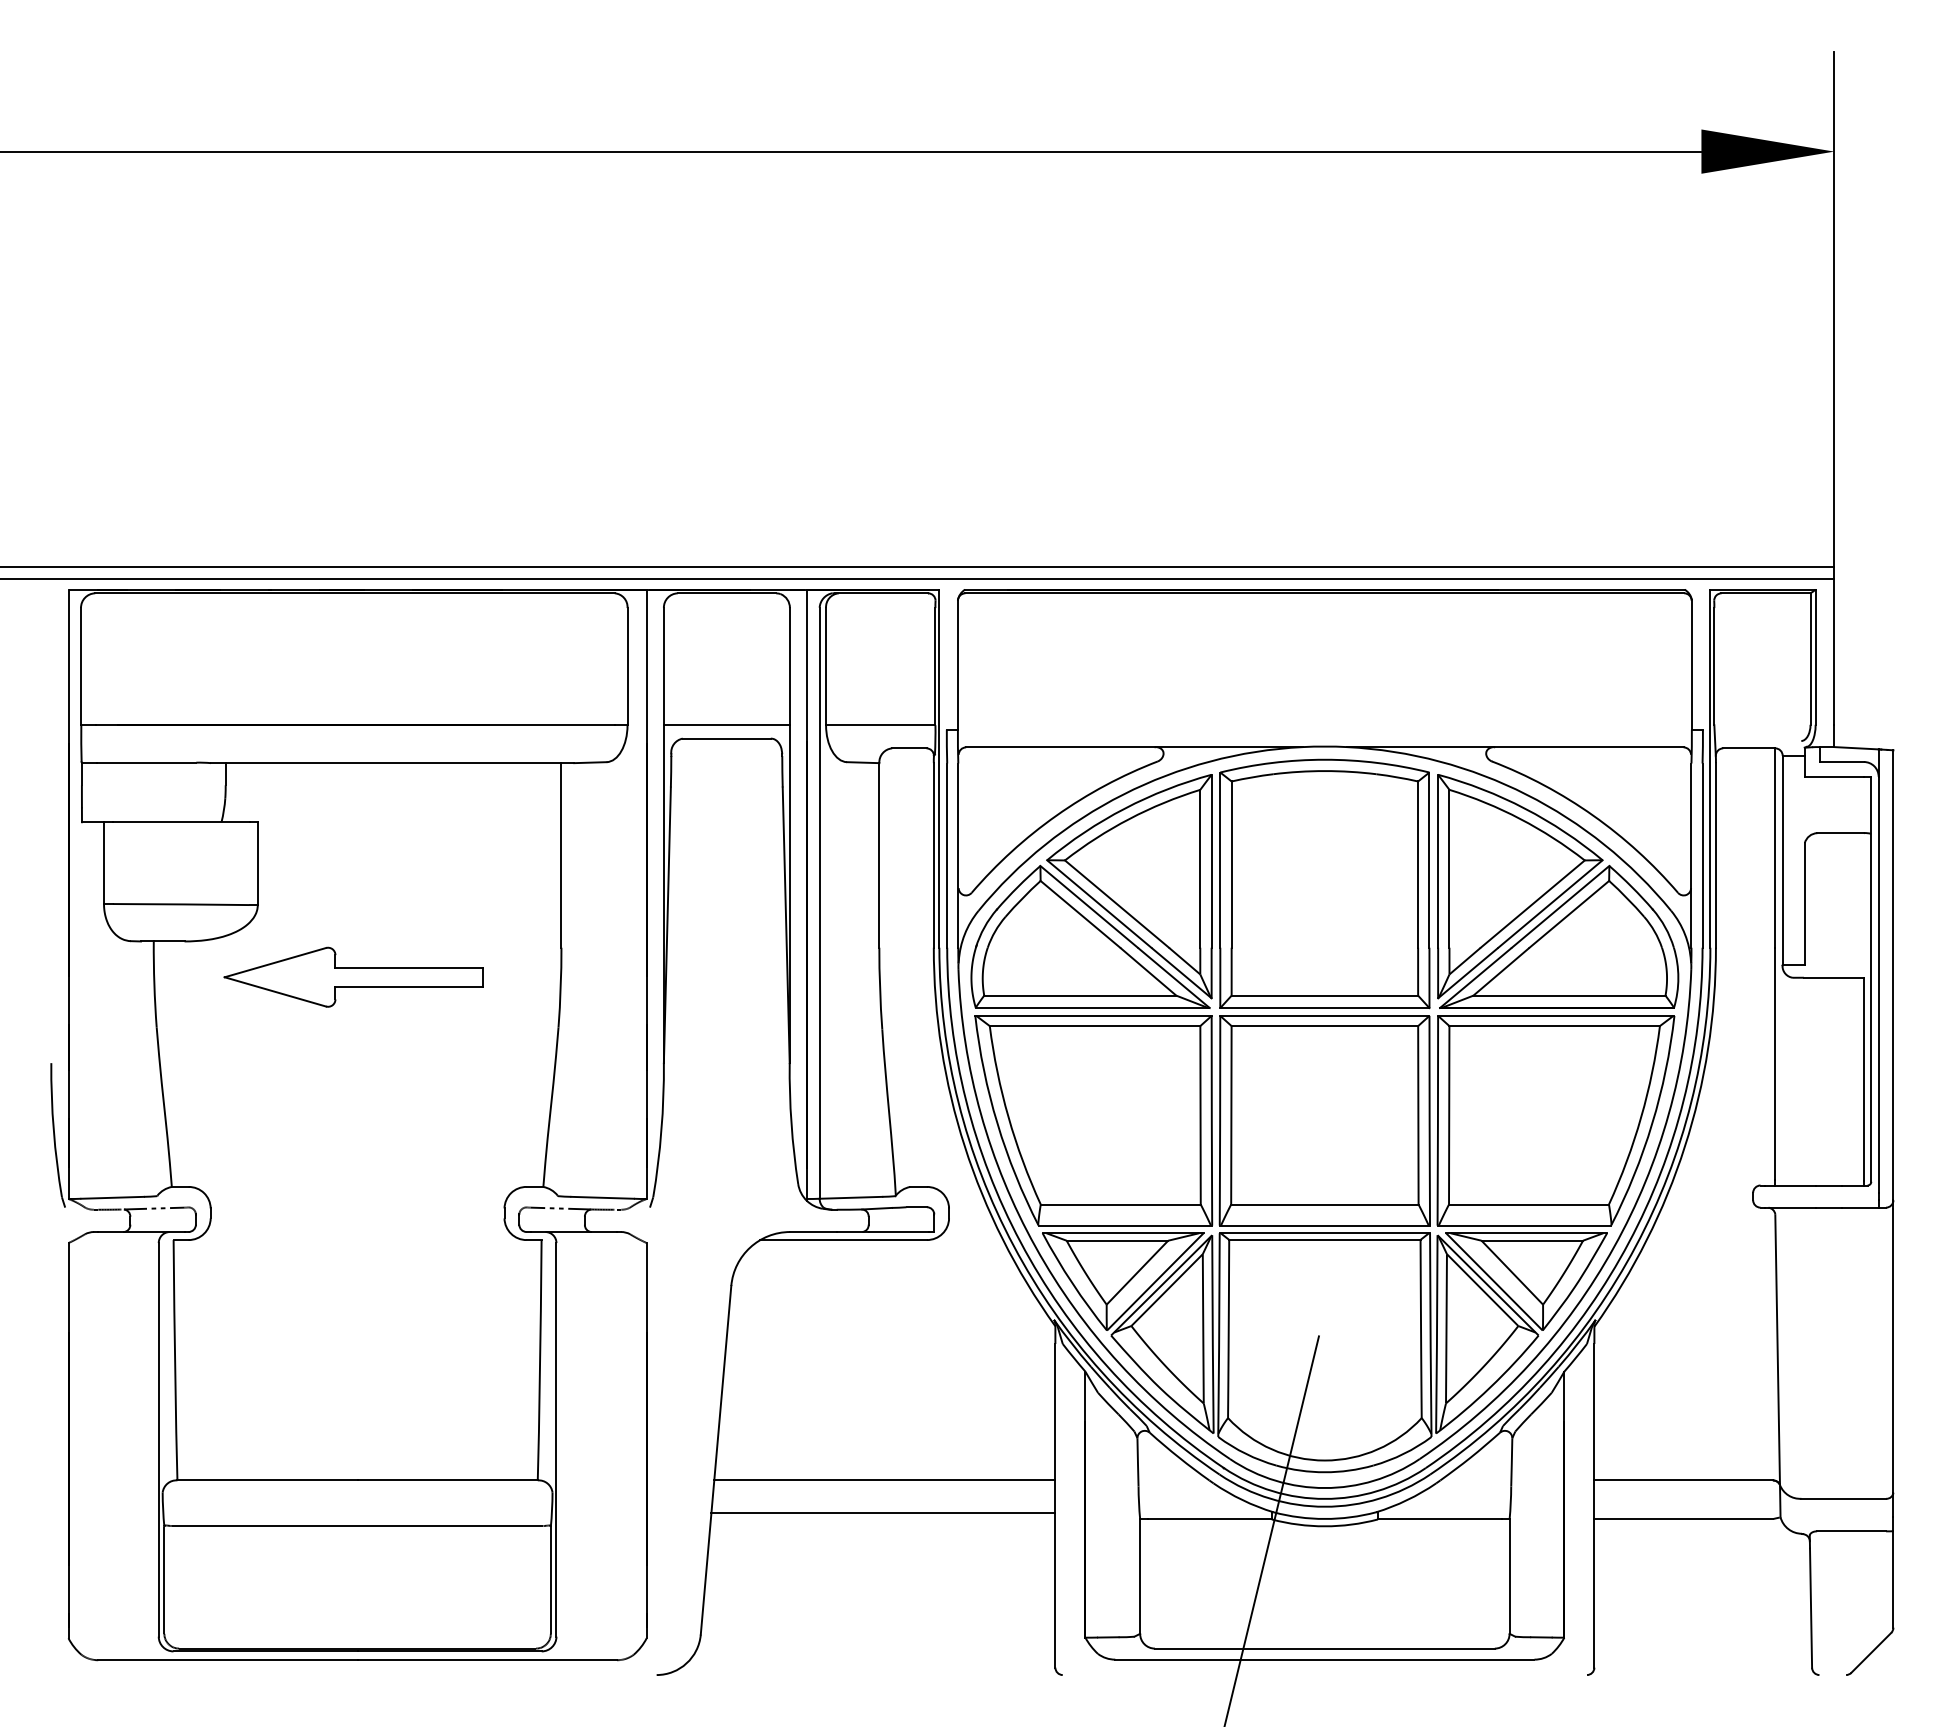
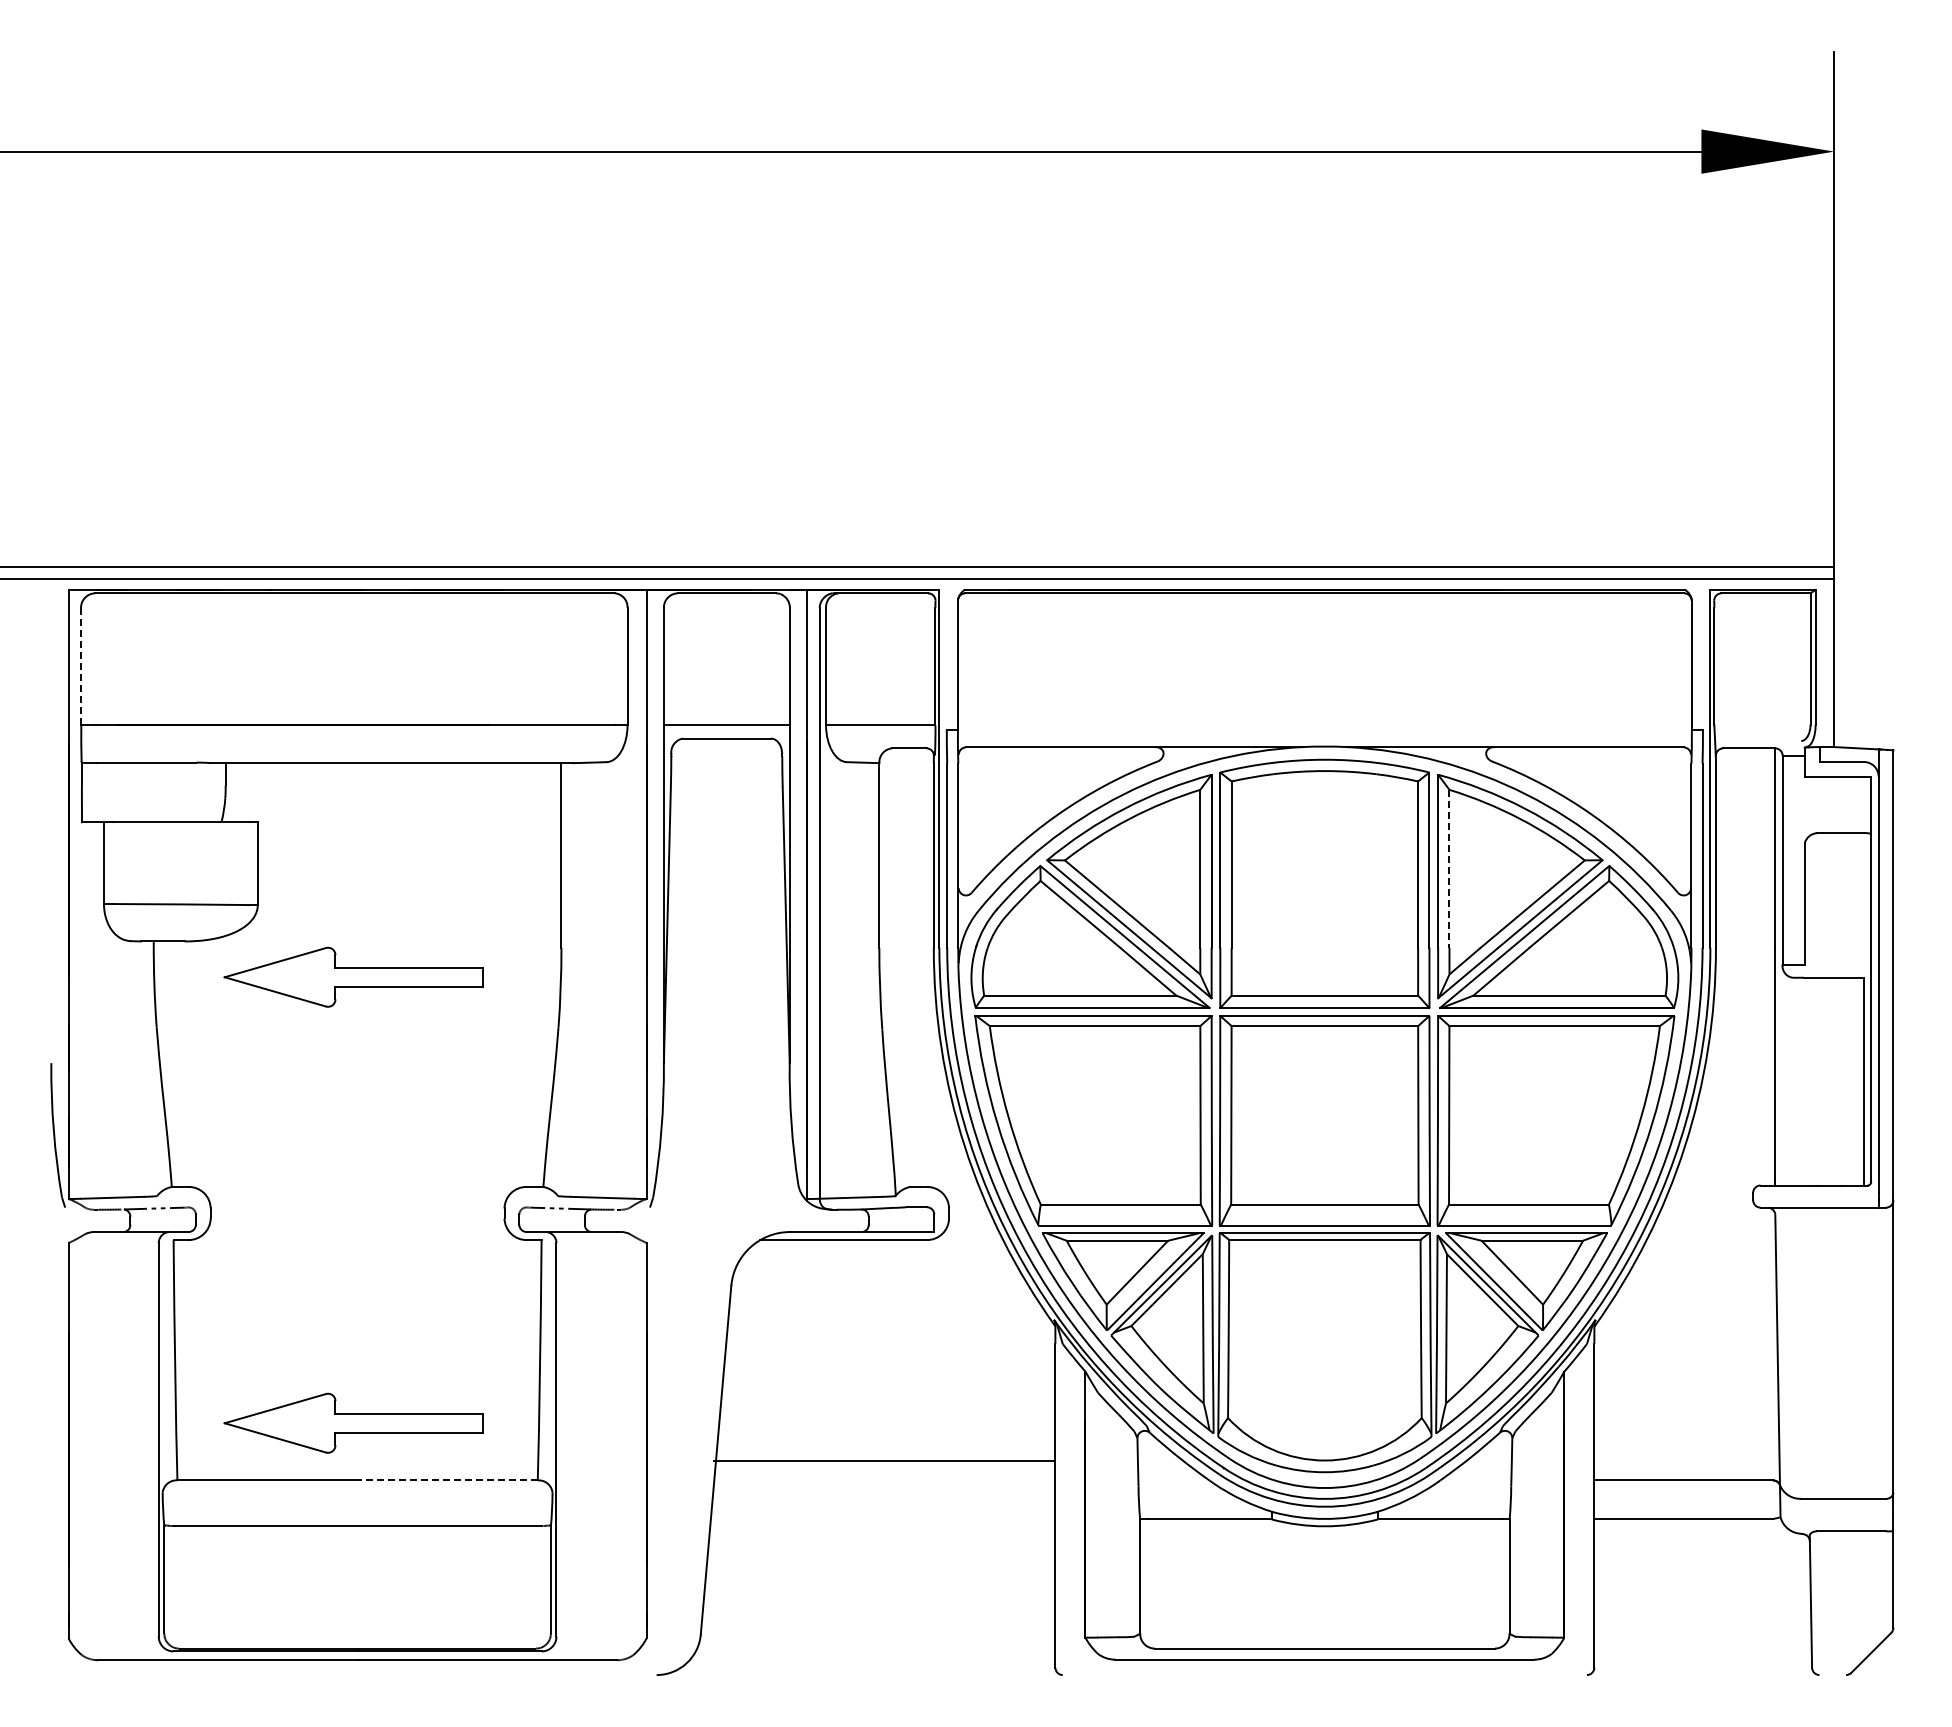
line at (81, 666): solid -> dashed
line at (1449, 868): solid -> dashed
part at (353, 1422): none -> present
line at (447, 1480): solid -> dashed
line at (884, 1480) position: (884, 1480) -> (884, 1461)
line at (883, 1512): present -> none
line at (1271, 1529): present -> none
